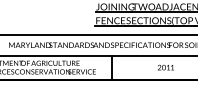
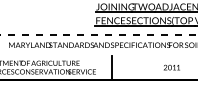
line at (99, 34): solid -> dashed
line at (98, 55): present -> none
text at (165, 67) position: (165, 67) -> (171, 67)
